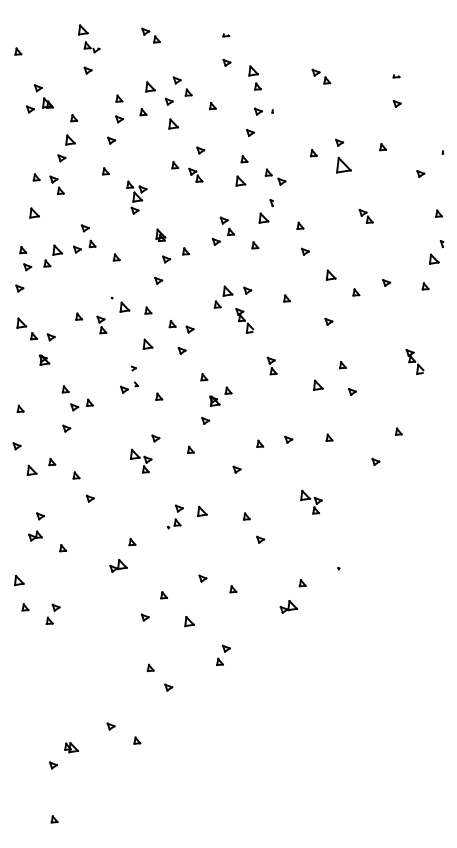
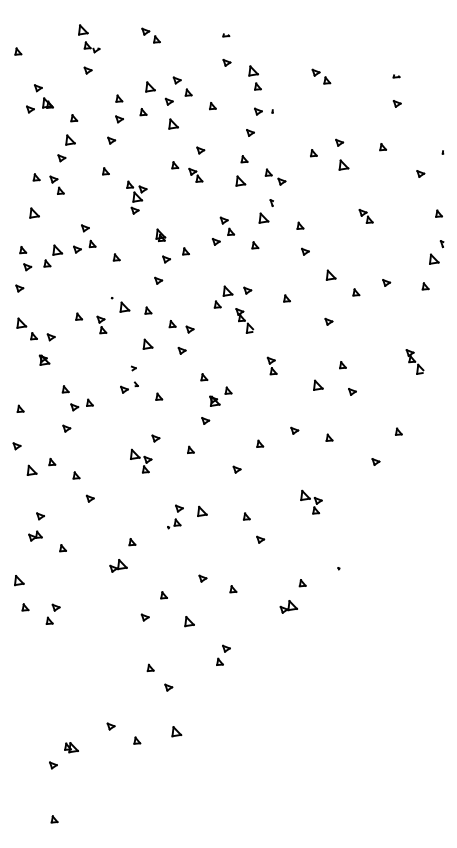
part at (343, 164) size: 16x18 px -> 12x12 px
part at (288, 439) position: (288, 439) -> (294, 430)
part at (176, 731): none -> present
